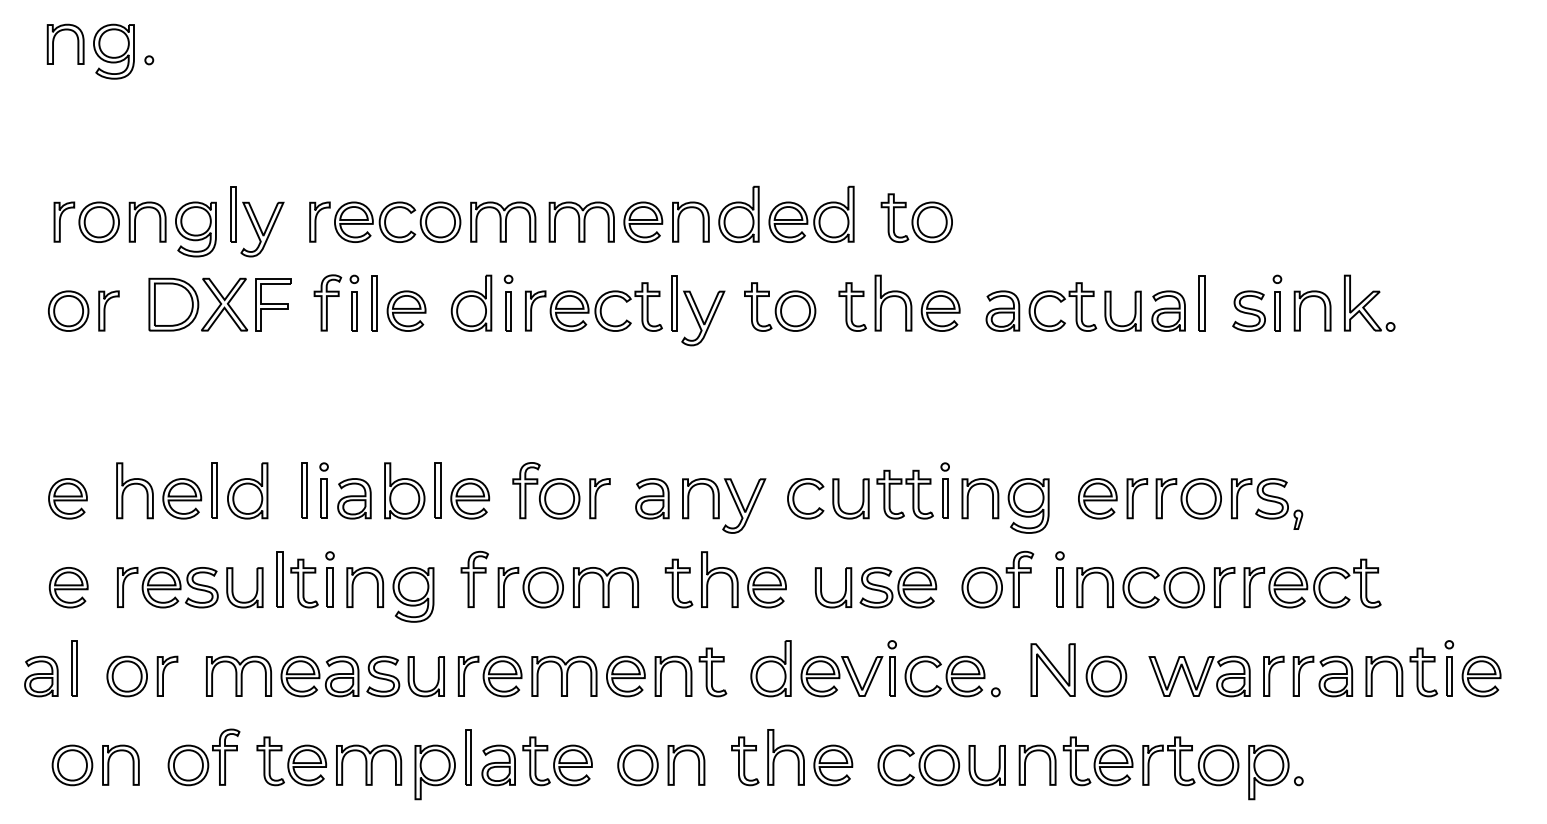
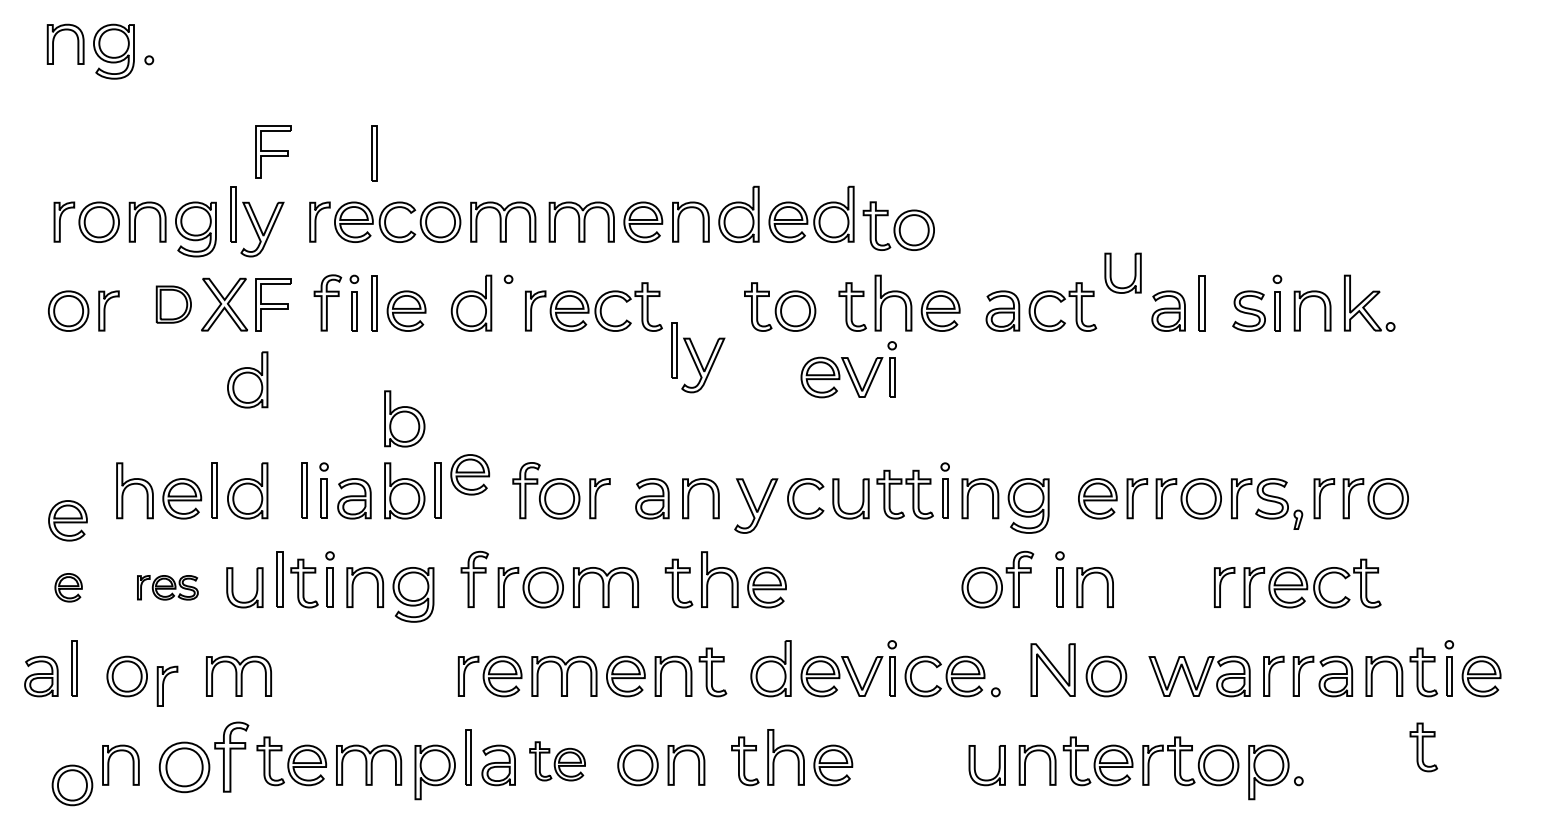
part at (273, 151): none -> present
part at (374, 153): none -> present
part at (916, 217) position: (916, 217) -> (898, 225)
part at (173, 304) size: 52x55 px -> 37x39 px
part at (698, 310) position: (698, 310) -> (698, 357)
part at (1111, 310) position: (1111, 310) -> (1111, 272)
part at (508, 311): present -> none
part at (848, 369): none -> present
part at (247, 379): none -> present
part at (404, 418): none -> present
part at (67, 498) position: (67, 498) -> (67, 520)
part at (470, 498) position: (470, 498) -> (470, 474)
part at (1367, 498): none -> present
part at (744, 505) position: (744, 505) -> (756, 505)
part at (68, 587) size: 41x42 px -> 29x30 px
part at (167, 587) size: 102x42 px -> 62x26 px
part at (875, 587): present -> none
part at (1163, 587): present -> none
part at (167, 675) position: (167, 675) -> (167, 685)
part at (362, 676): present -> none
part at (1423, 747): none -> present
part at (203, 757) size: 74x59 px -> 92x73 px
part at (557, 761) size: 71x51 px -> 57x41 px
part at (72, 765) position: (72, 765) -> (72, 785)
part at (918, 765): present -> none
